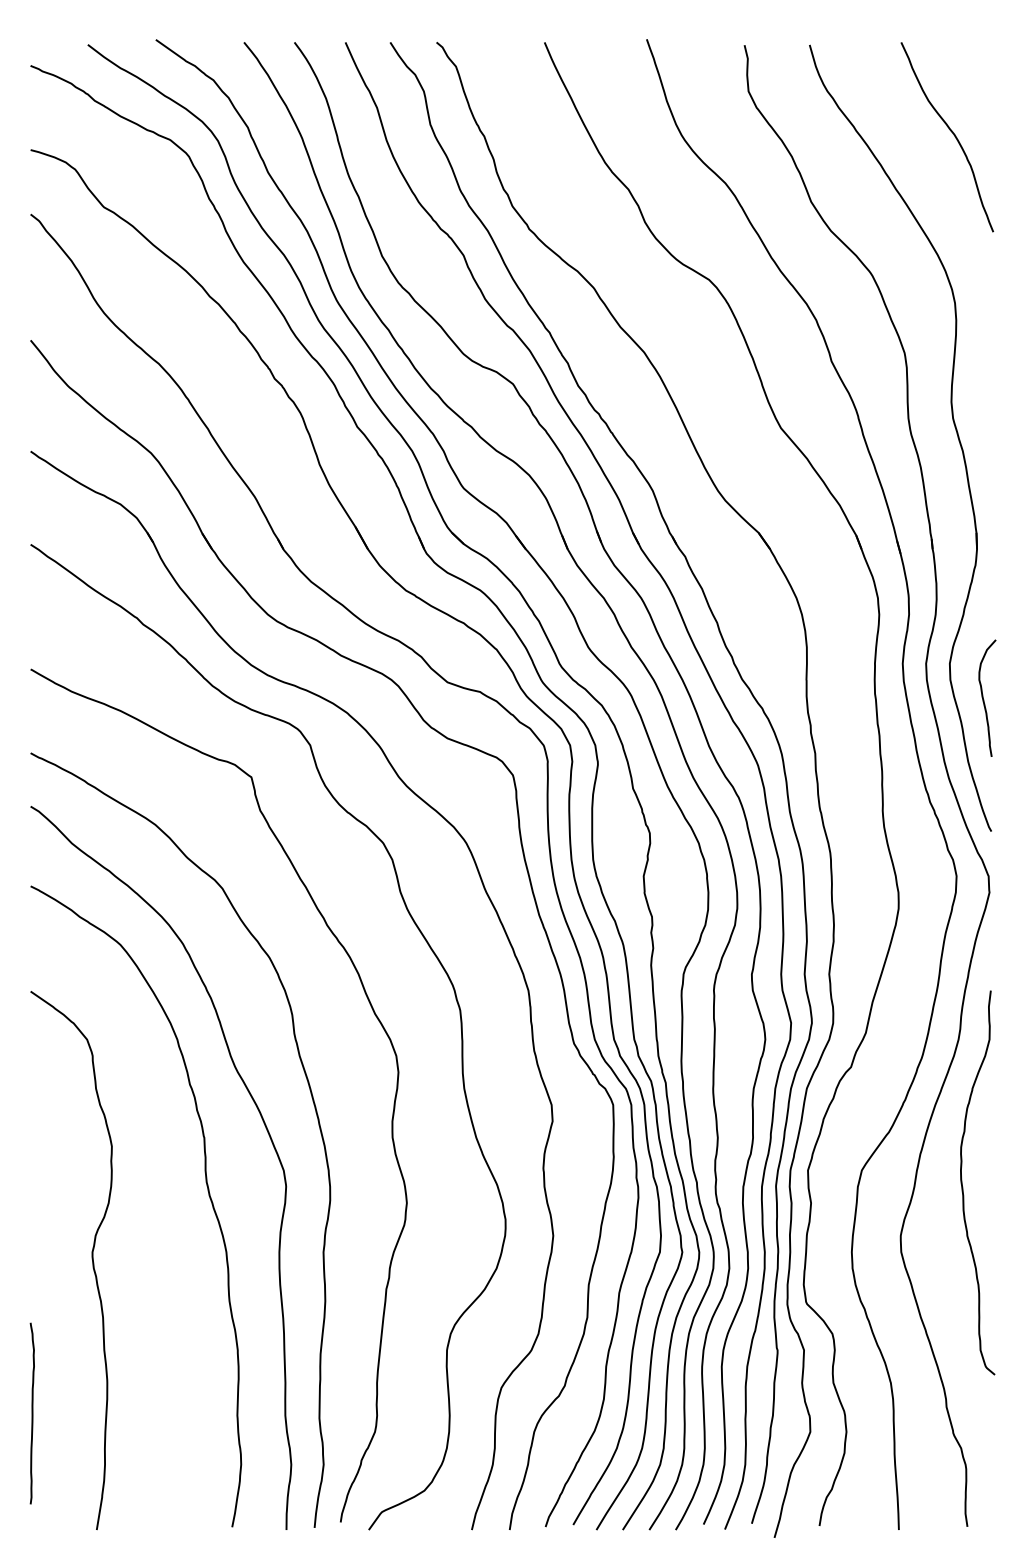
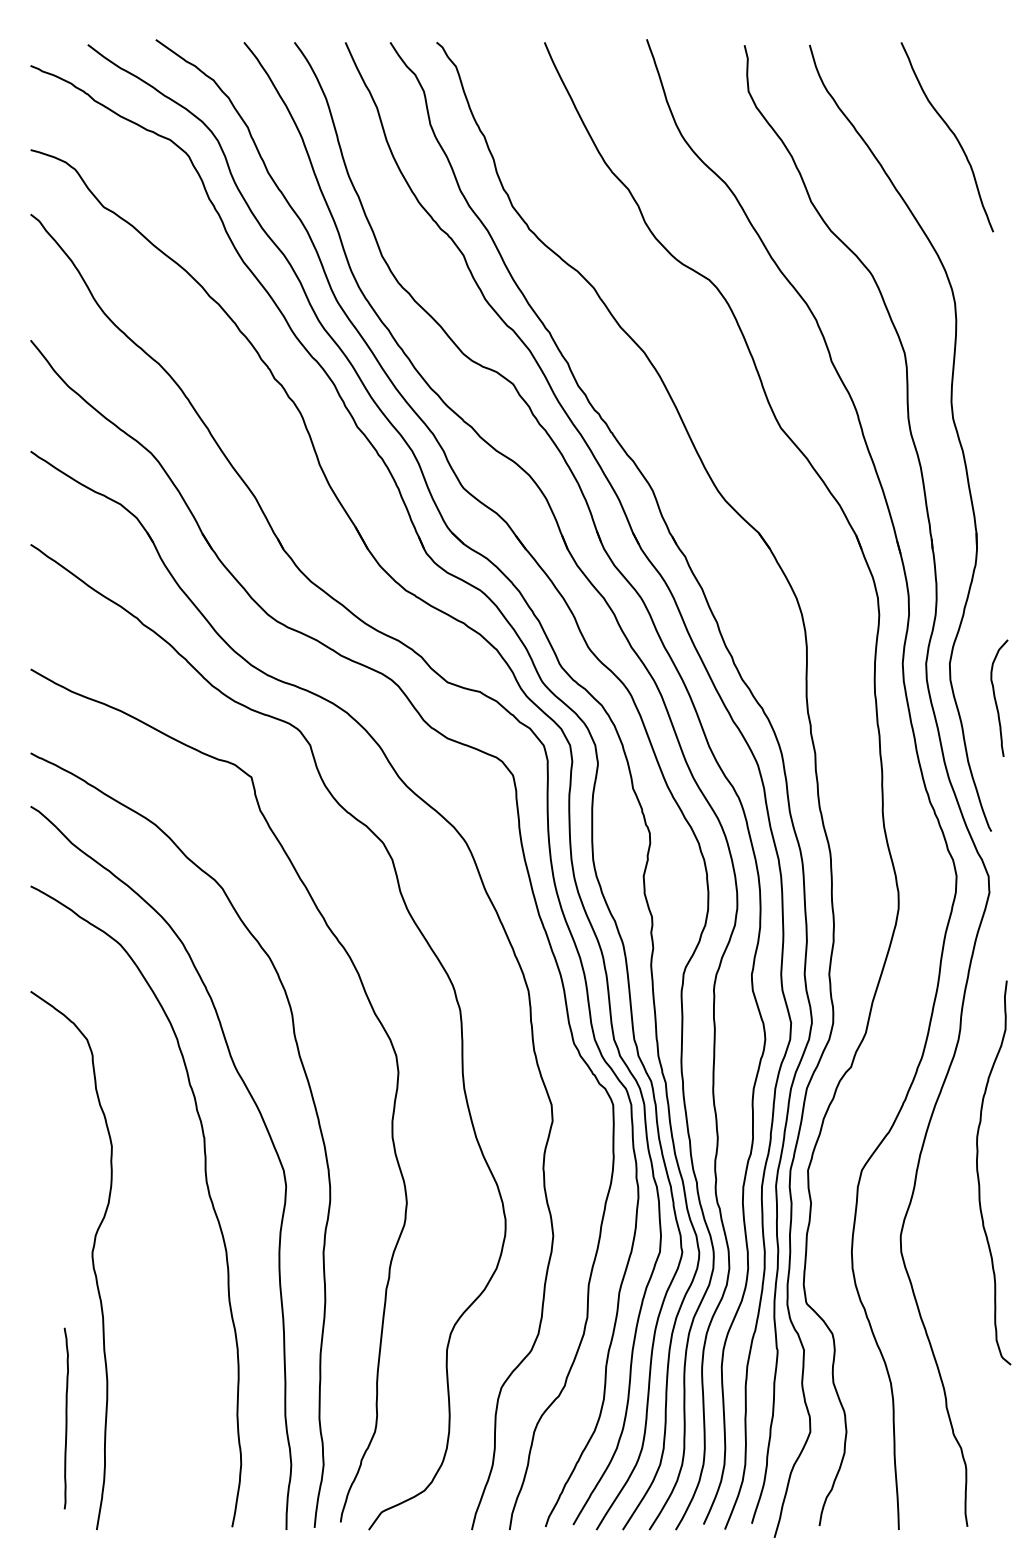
curve at (984, 699) position: (984, 699) -> (996, 699)
curve at (963, 1187) position: (963, 1187) -> (979, 1177)
curve at (31, 1413) position: (31, 1413) -> (65, 1418)
